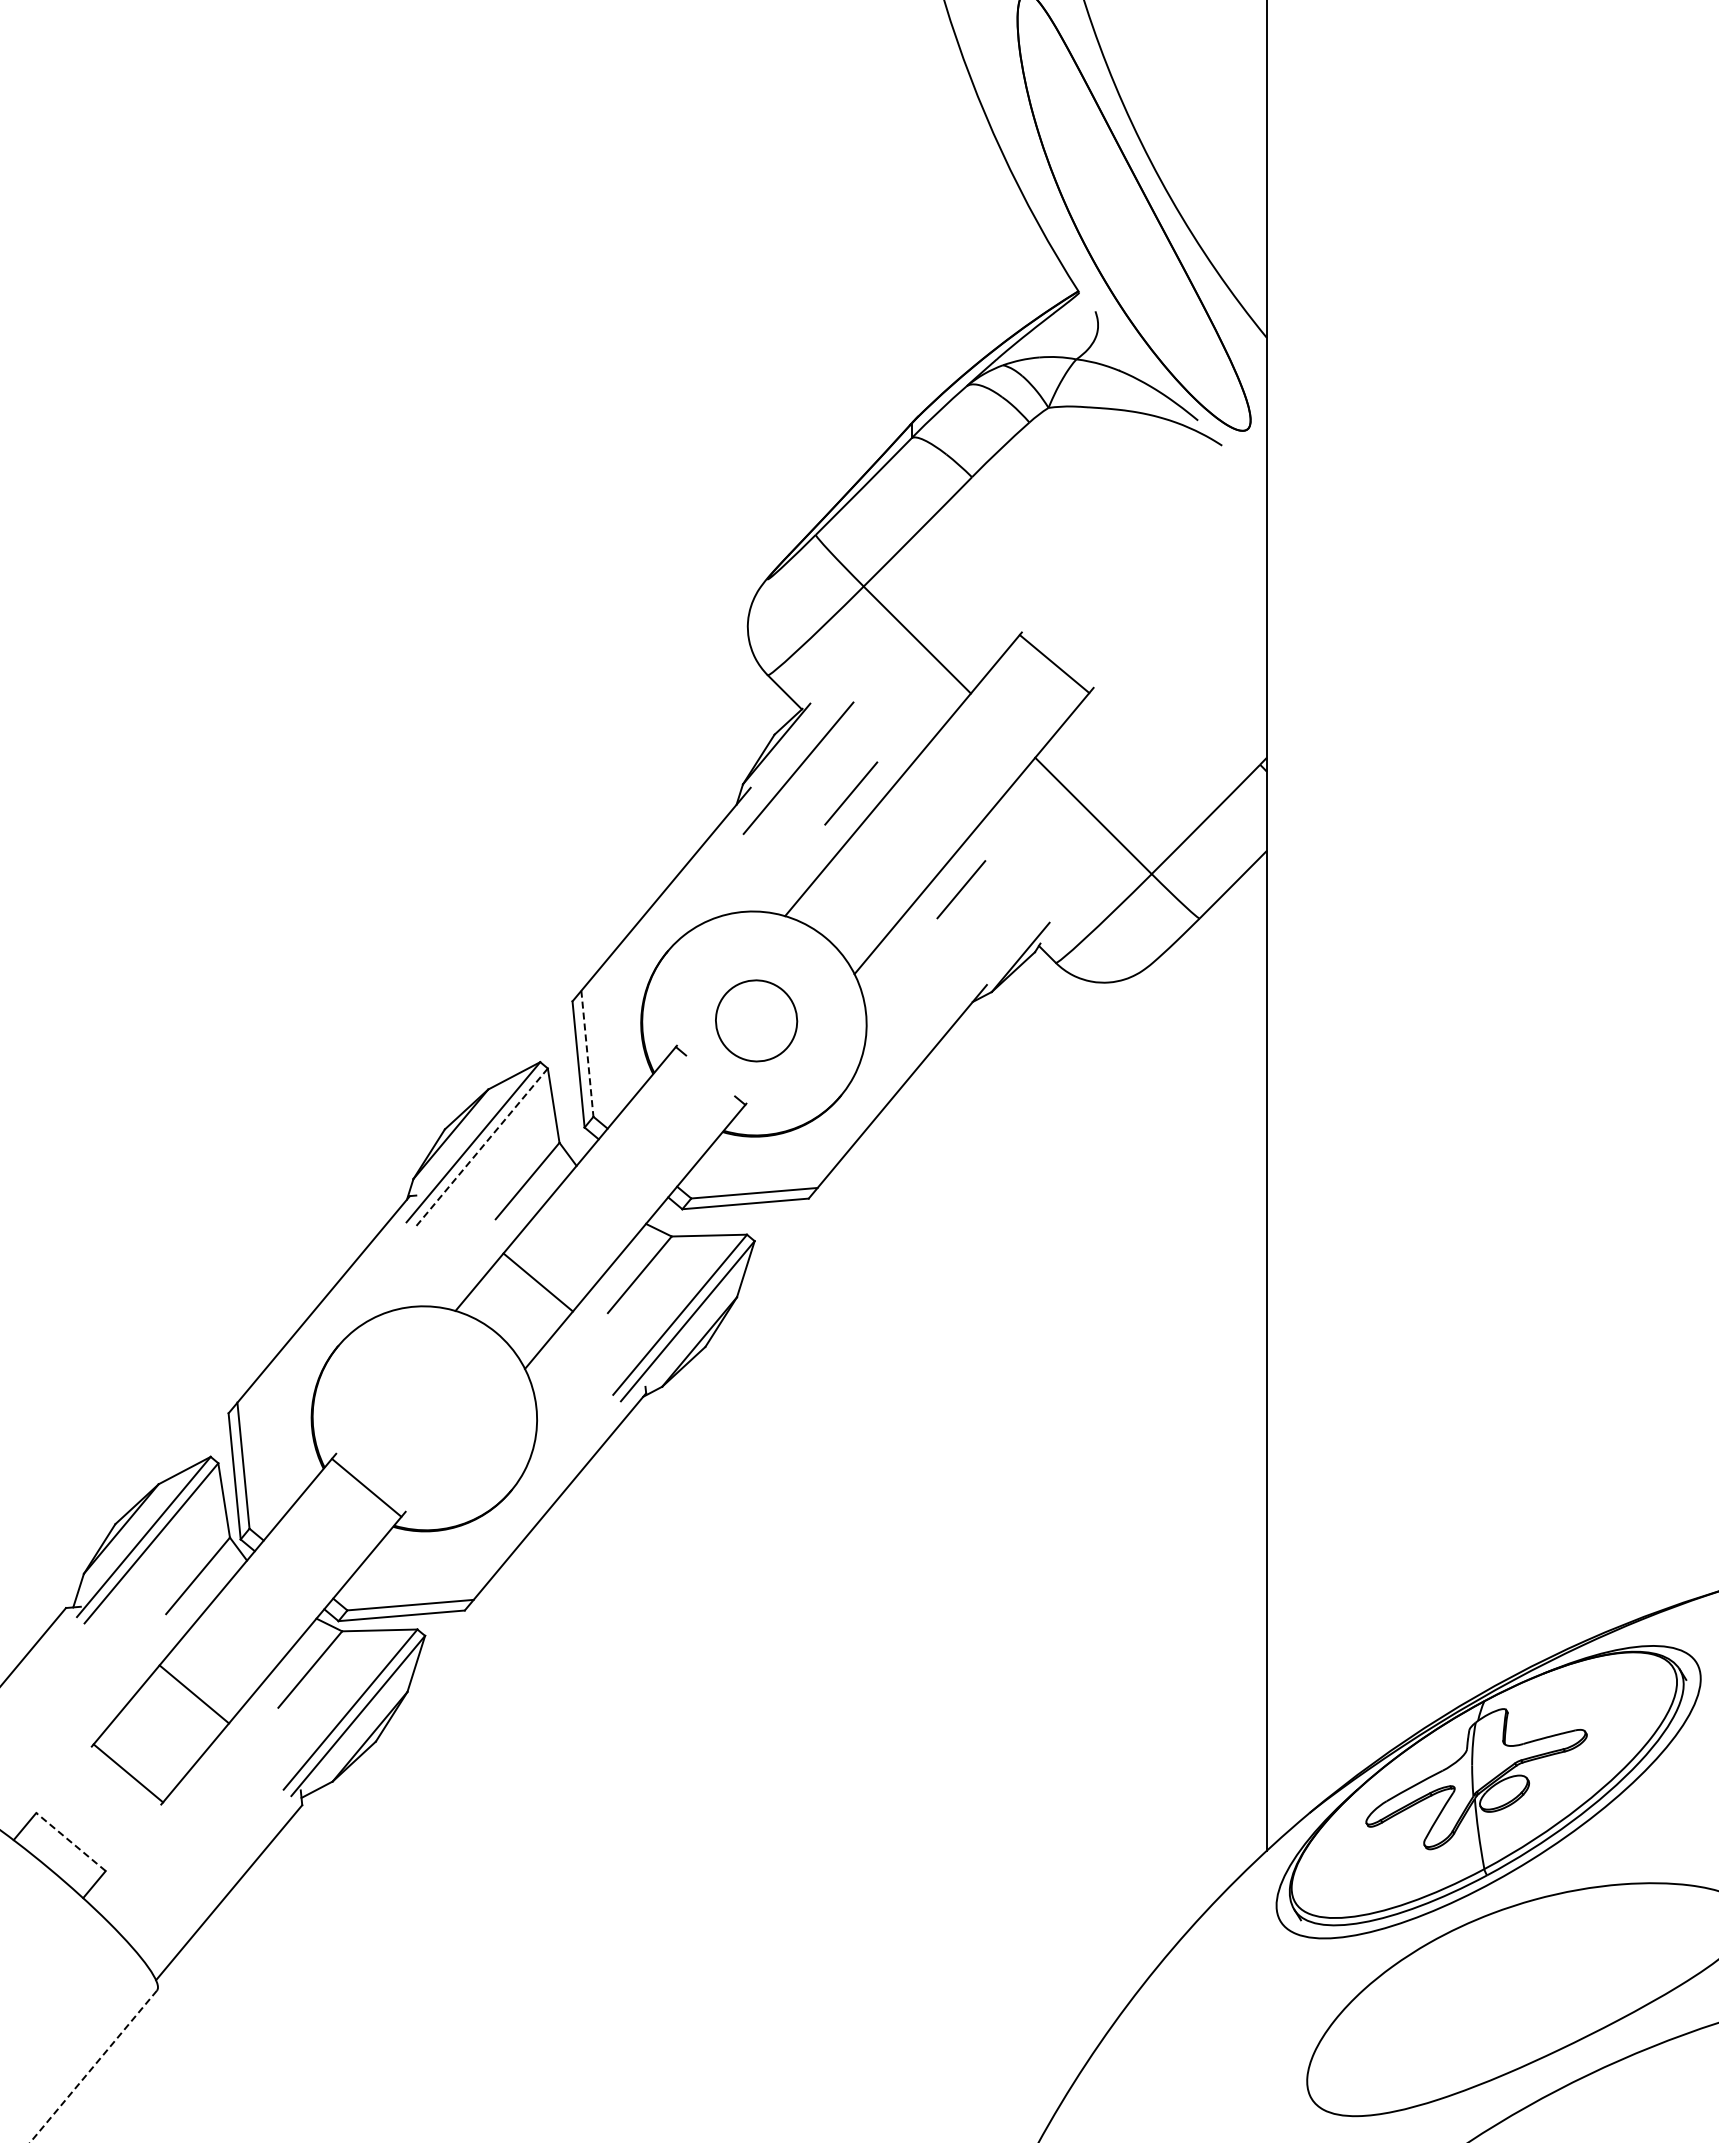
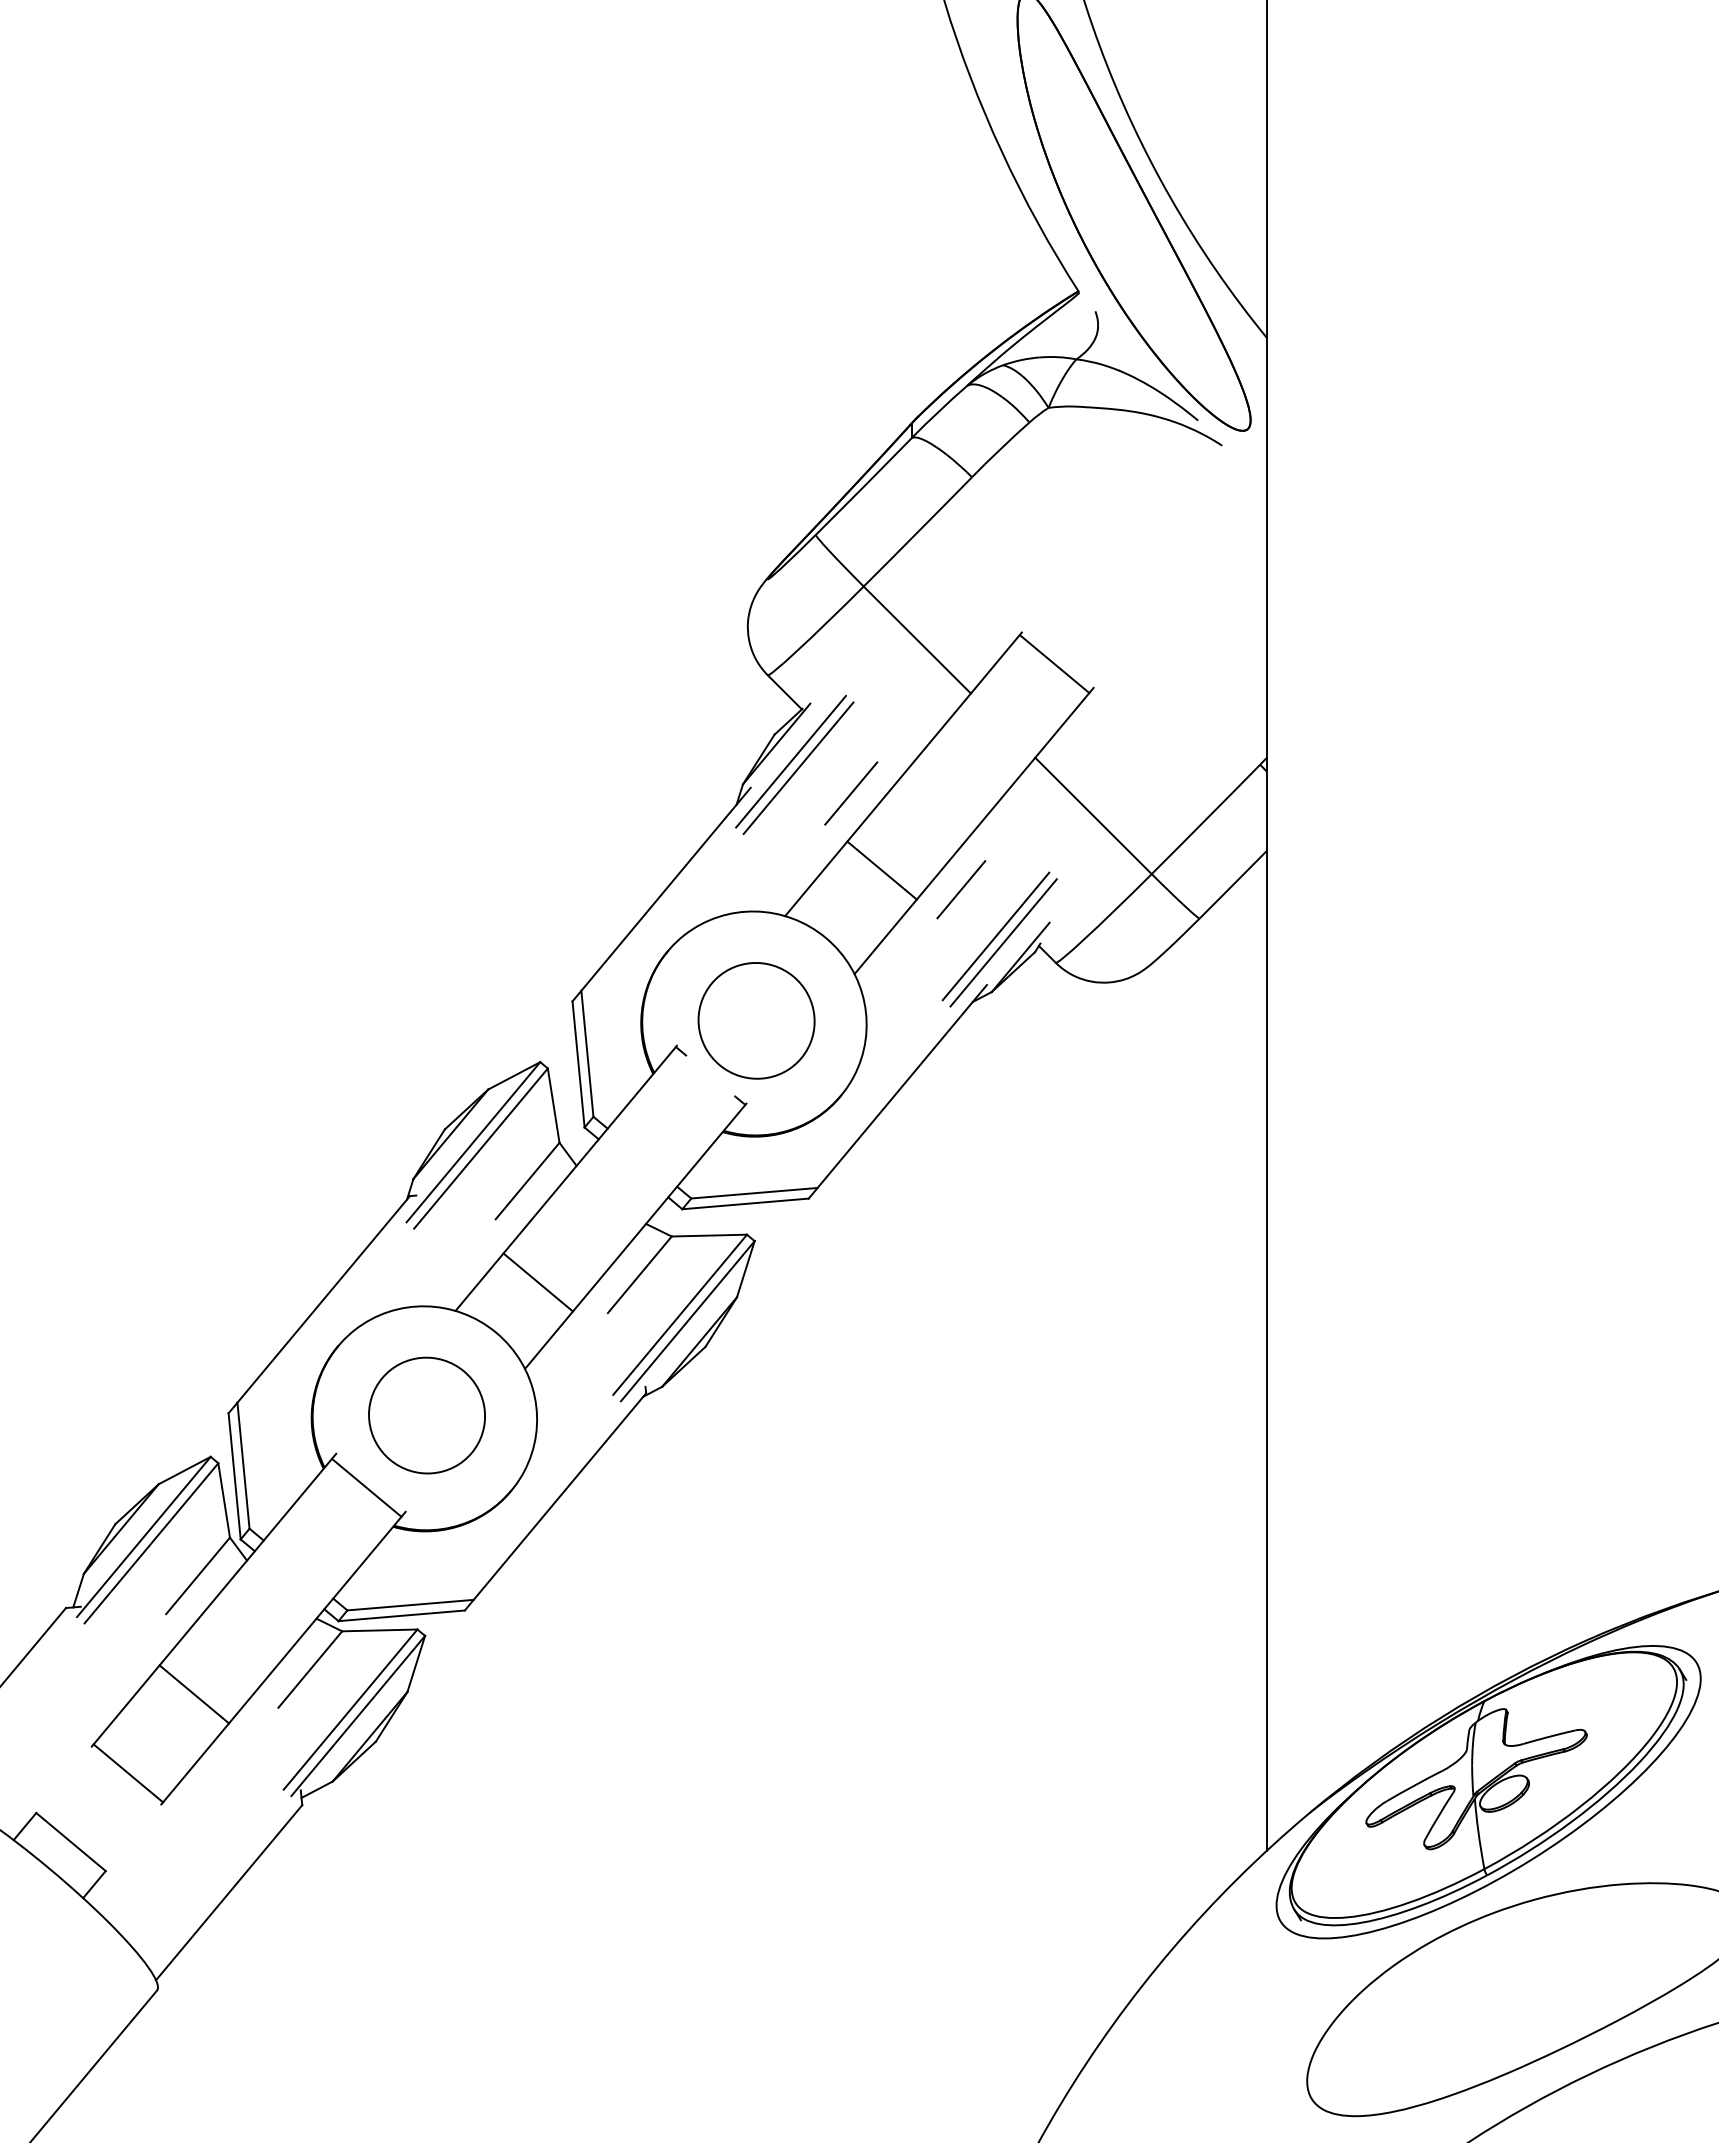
line at (790, 761): none -> present
line at (881, 870): none -> present
line at (995, 936): none -> present
line at (1003, 942): none -> present
part at (756, 1020) size: 84x84 px -> 119x118 px
line at (587, 1054): dashed -> solid
line at (480, 1148): dashed -> solid
part at (426, 1415): none -> present
line at (70, 1841): dashed -> solid
line at (93, 2066): dashed -> solid
